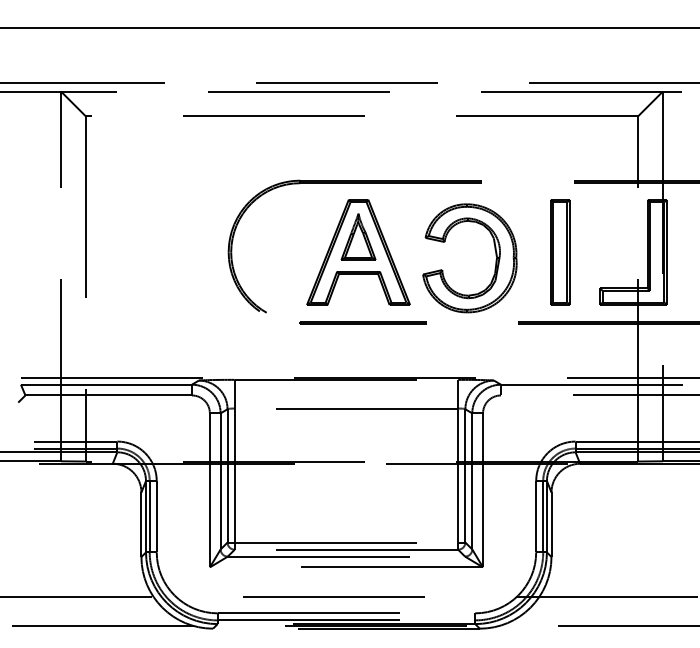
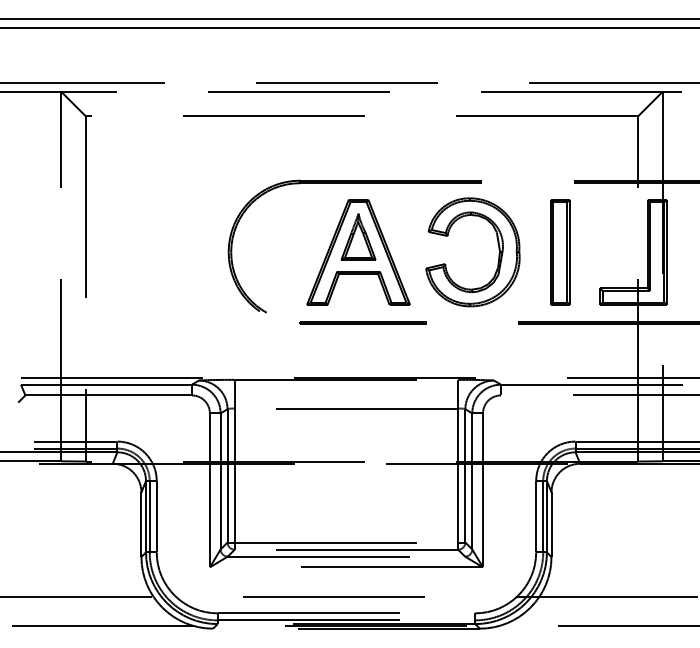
line at (349, 19): none -> present
part at (495, 259) position: (495, 259) -> (498, 253)
